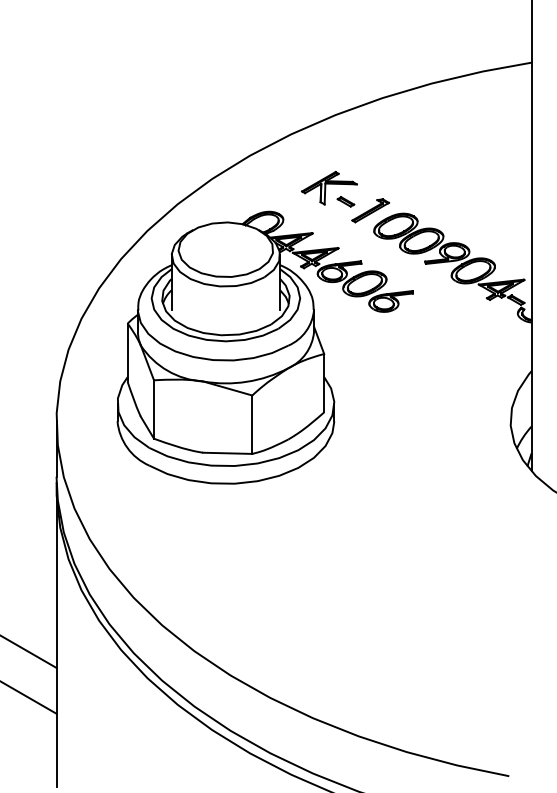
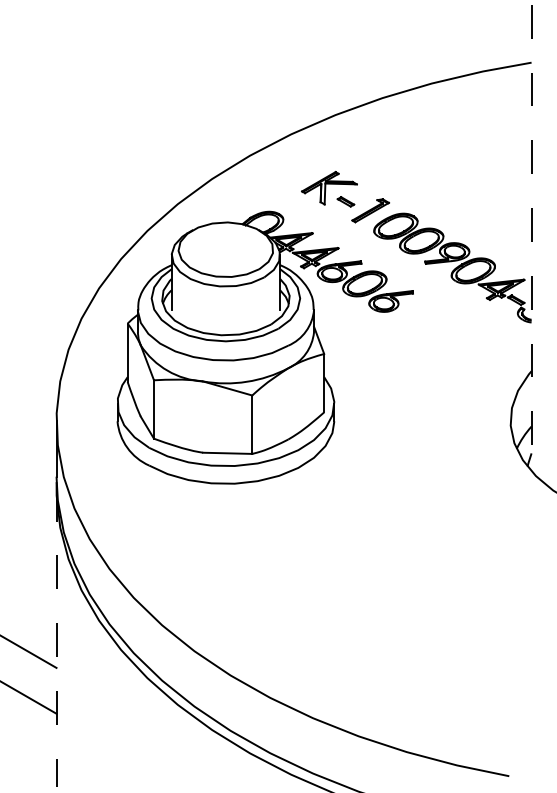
line at (531, 236): solid -> dashed
line at (56, 637): solid -> dashed
